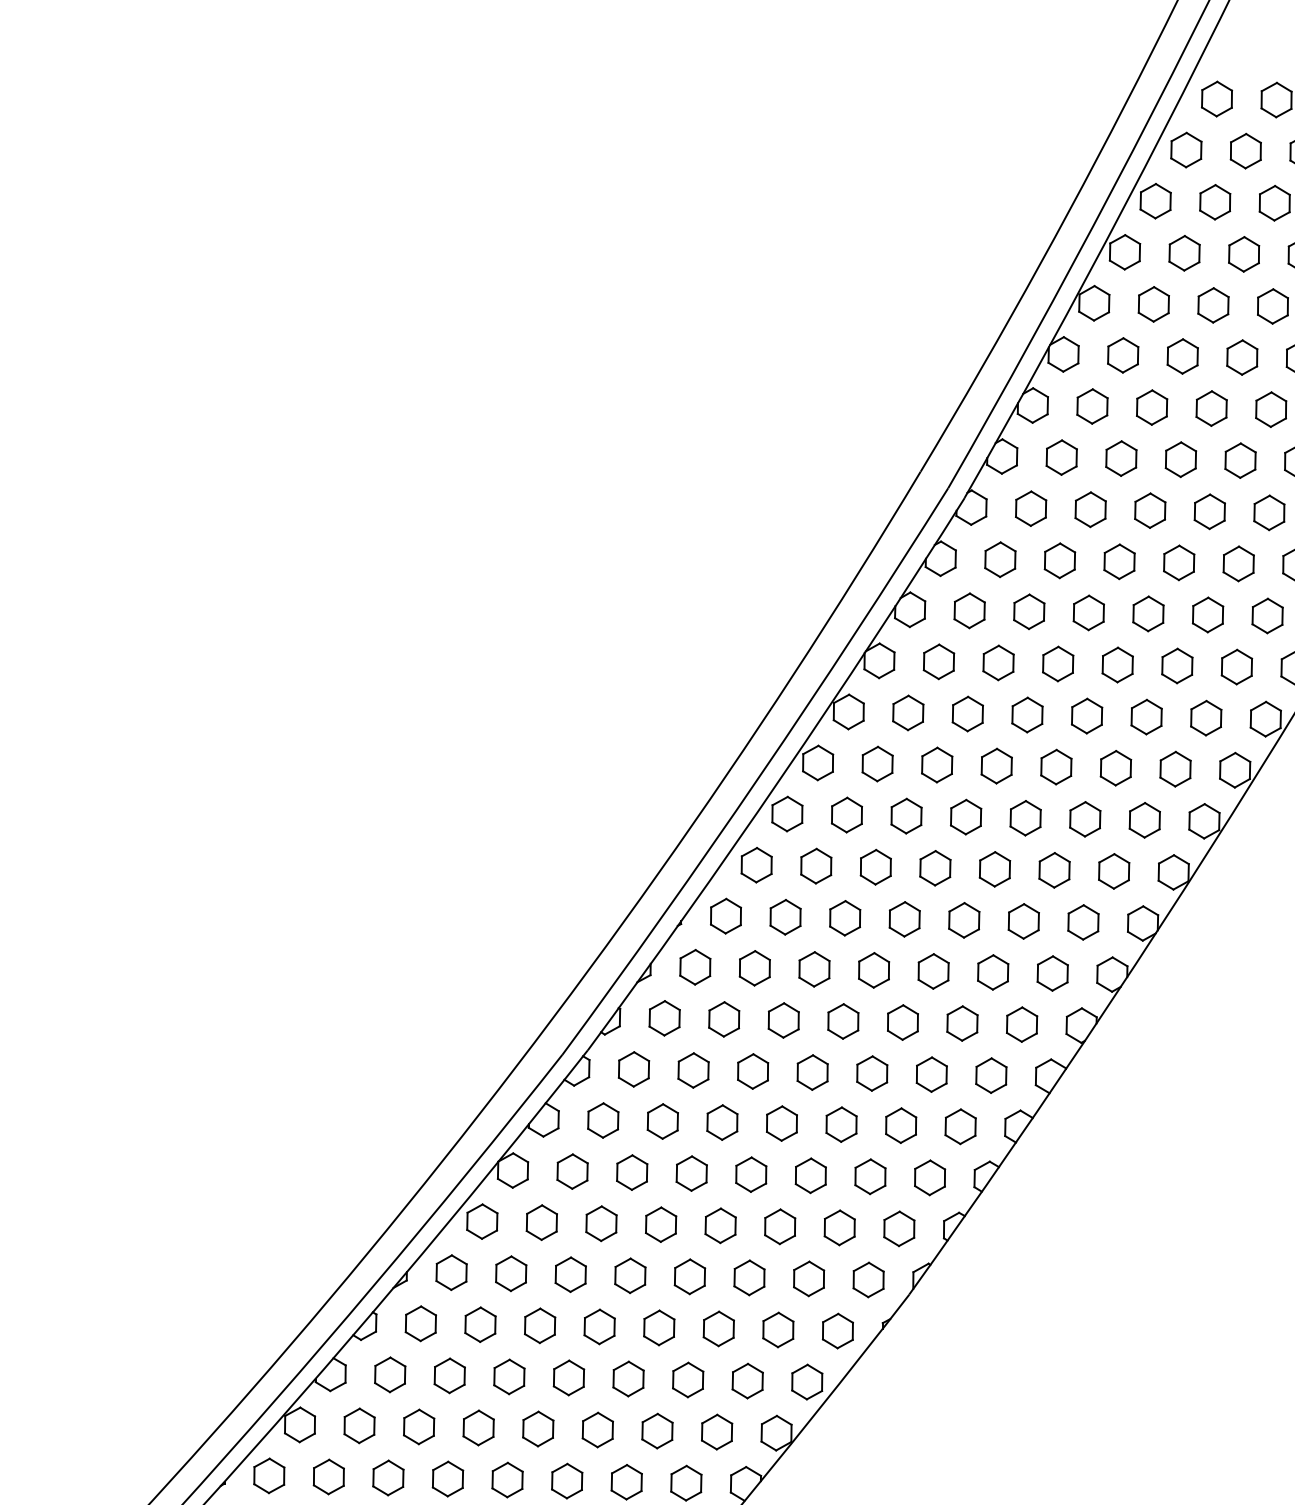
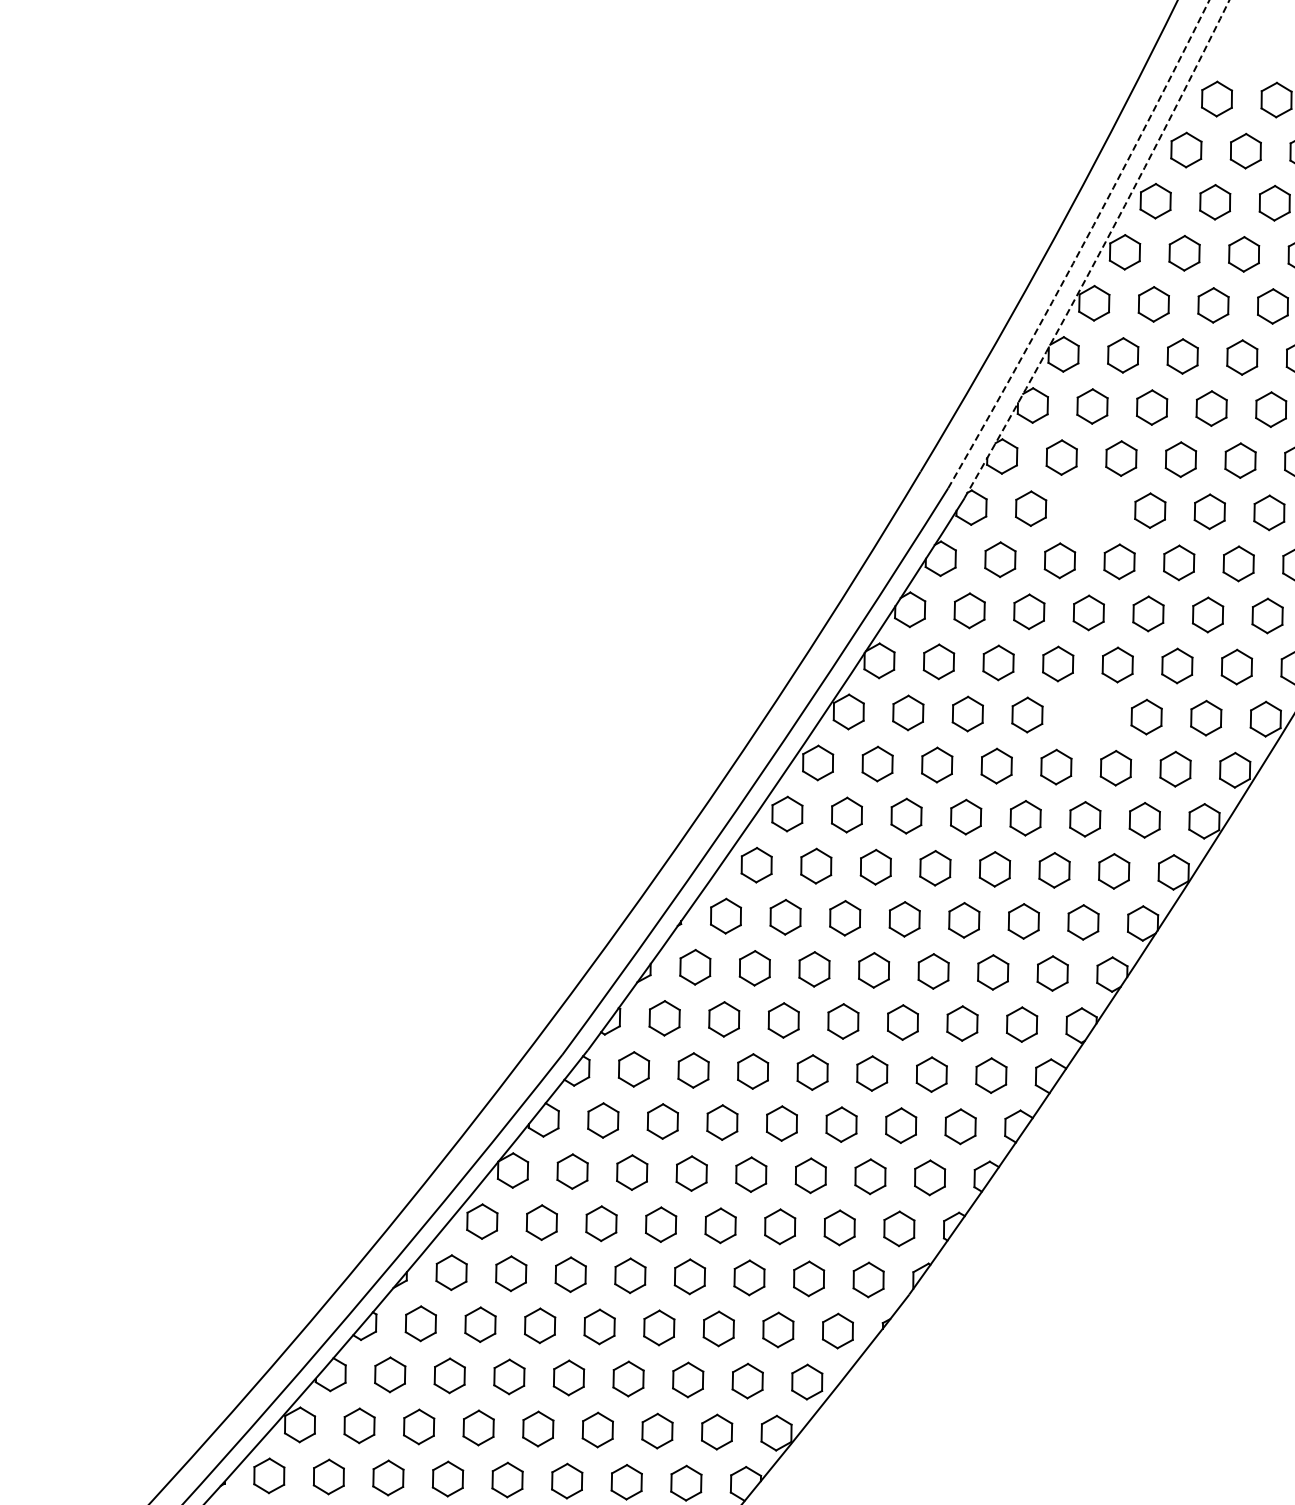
arc at (1082, 245): solid -> dashed
arc at (1100, 251): solid -> dashed
part at (1090, 509): present -> none
part at (1087, 715): present -> none
